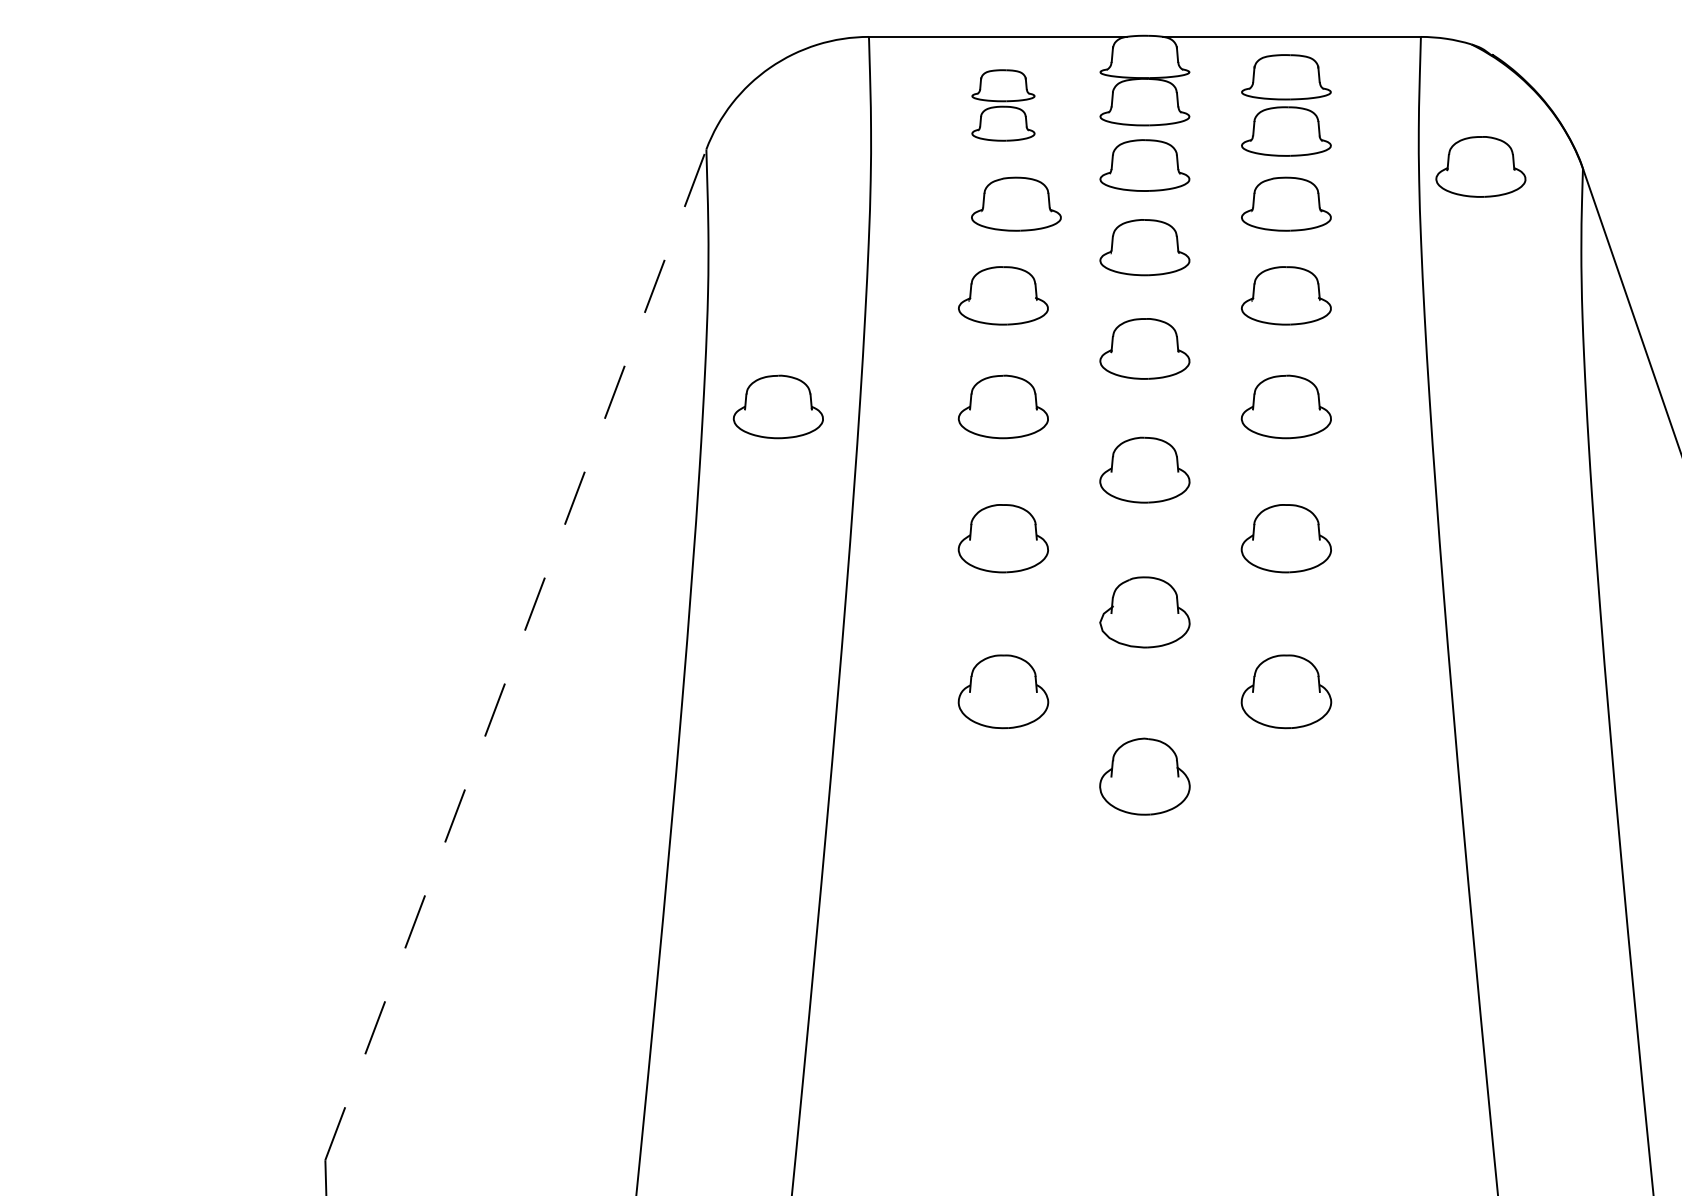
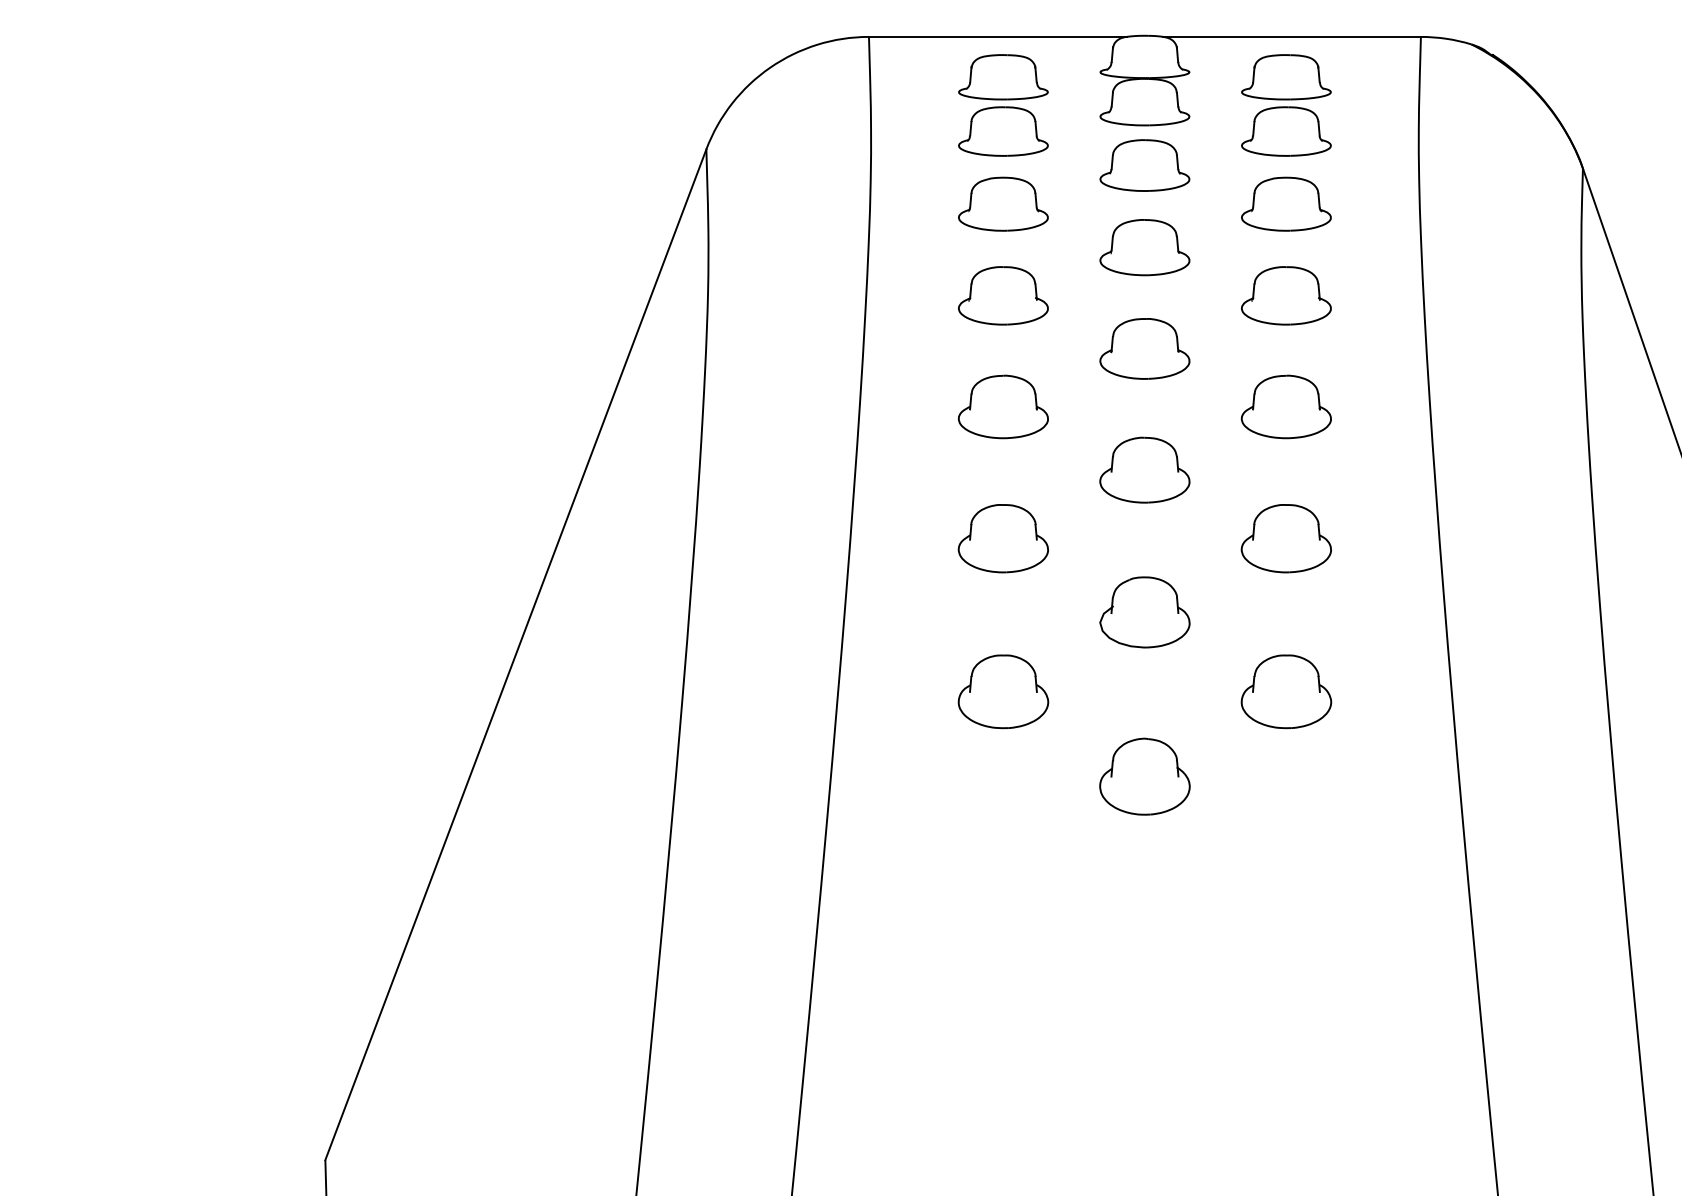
part at (1003, 105) size: 65x73 px -> 91x103 px
part at (1480, 166): present -> none
part at (1016, 203) position: (1016, 203) -> (1003, 203)
part at (777, 406): present -> none
line at (516, 654): dashed -> solid
